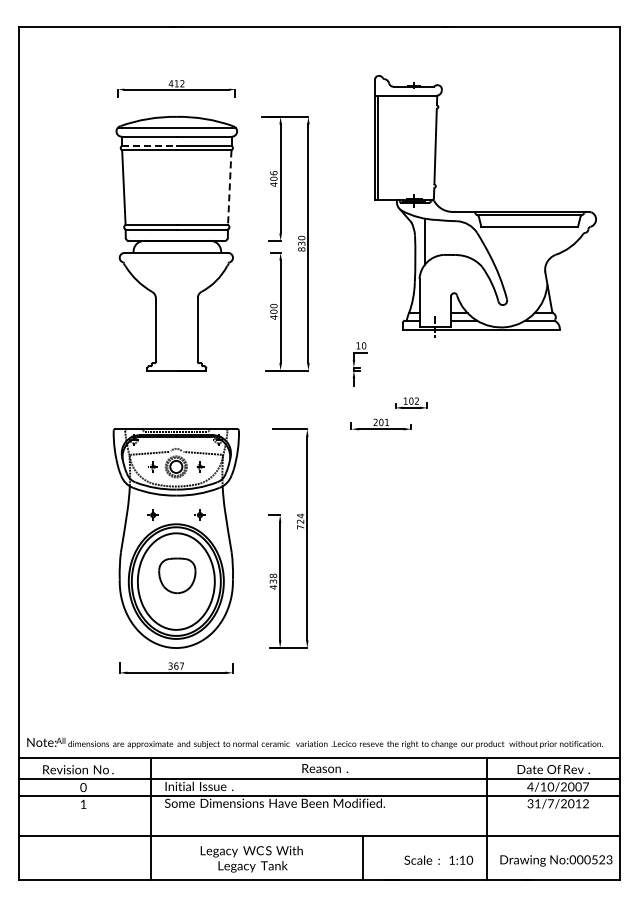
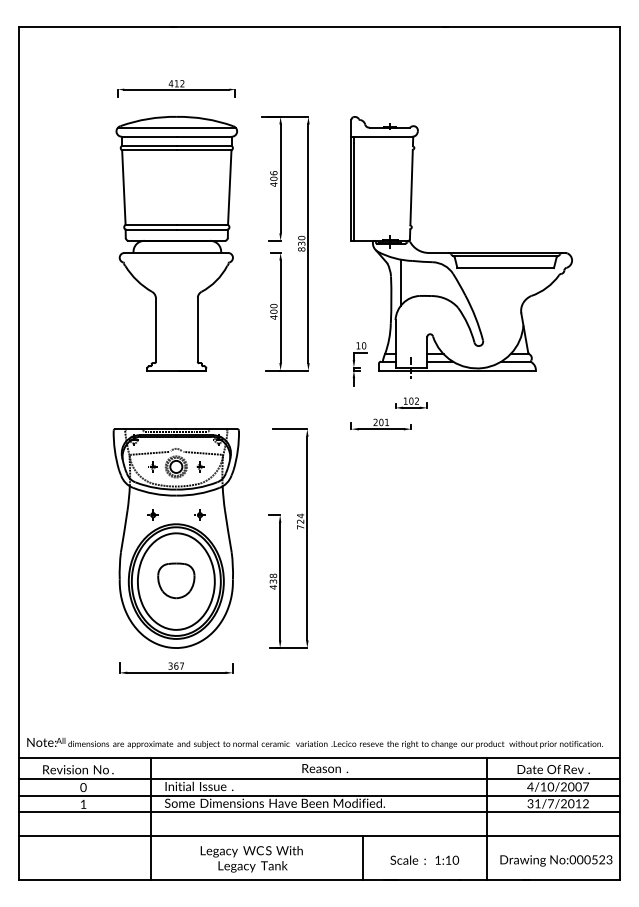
line at (149, 145): dashed -> solid
line at (229, 188): dashed -> solid
part at (485, 206) position: (485, 206) -> (461, 247)
part at (177, 575) position: (177, 575) -> (176, 580)
line at (319, 812): none -> present
text at (438, 859) position: (438, 859) -> (424, 859)
